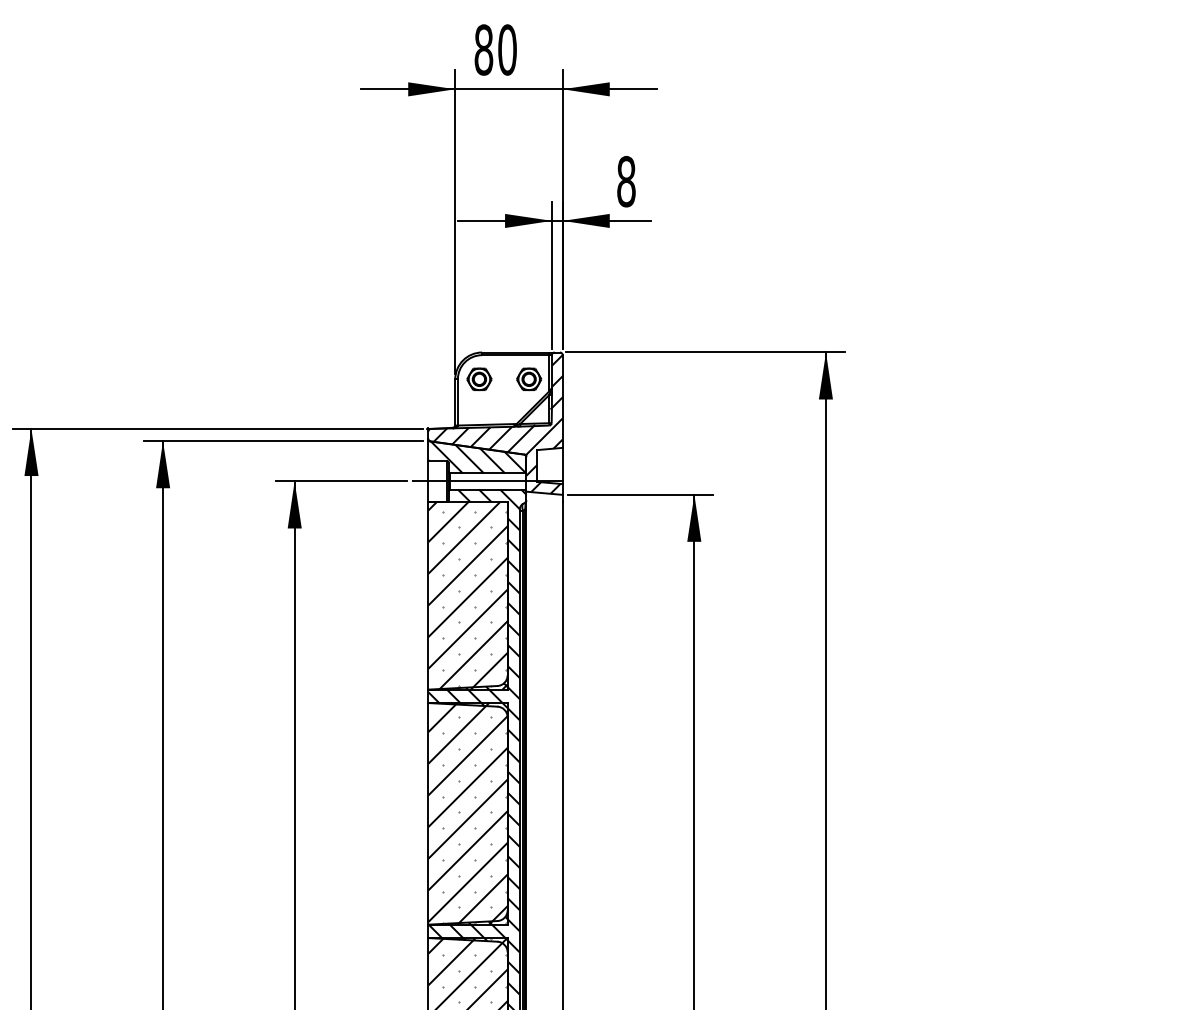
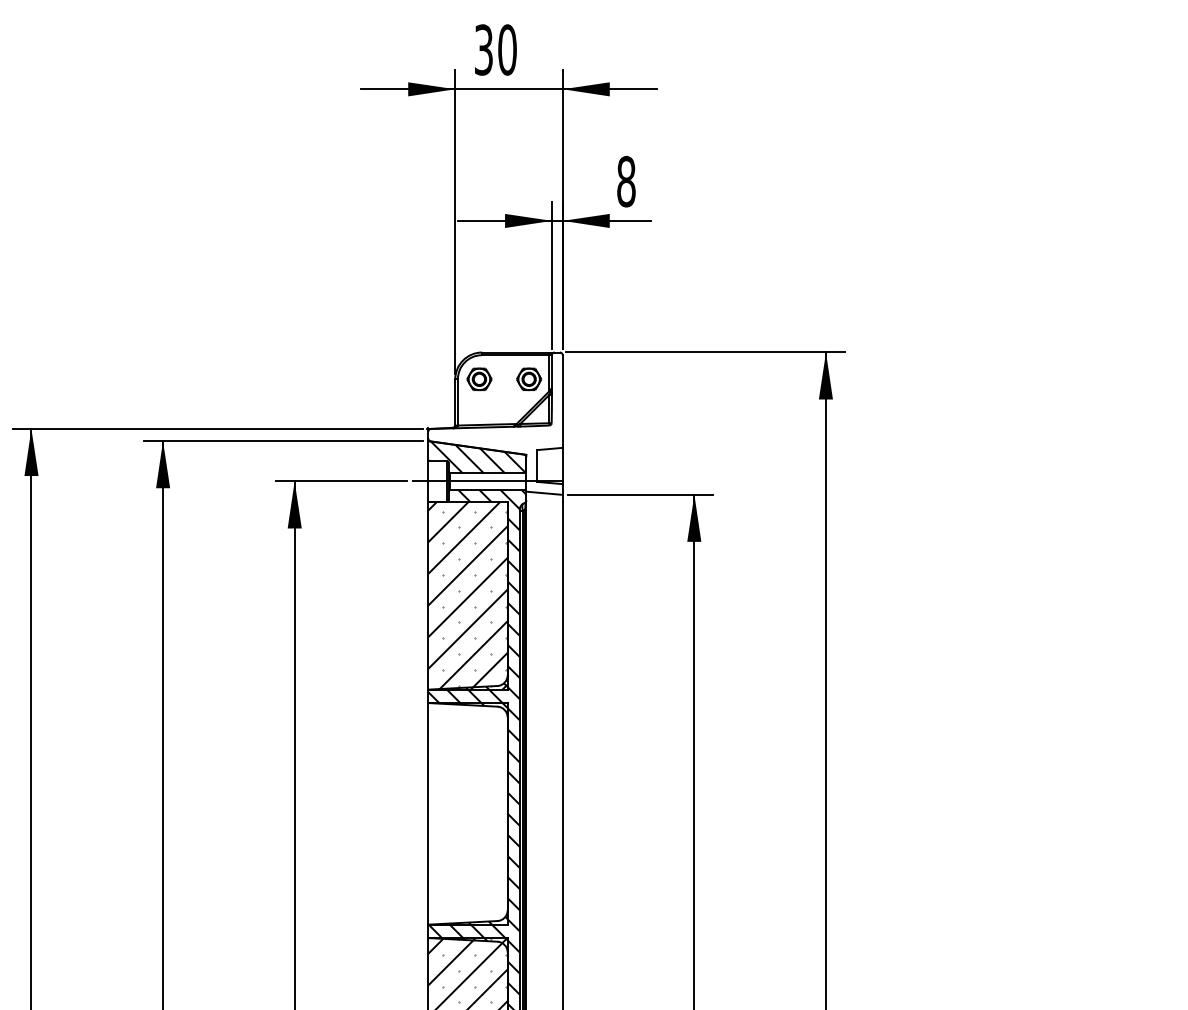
text at (483, 49): 80 -> 30
hatch at (497, 424): present -> none
hatch at (467, 813): present -> none
